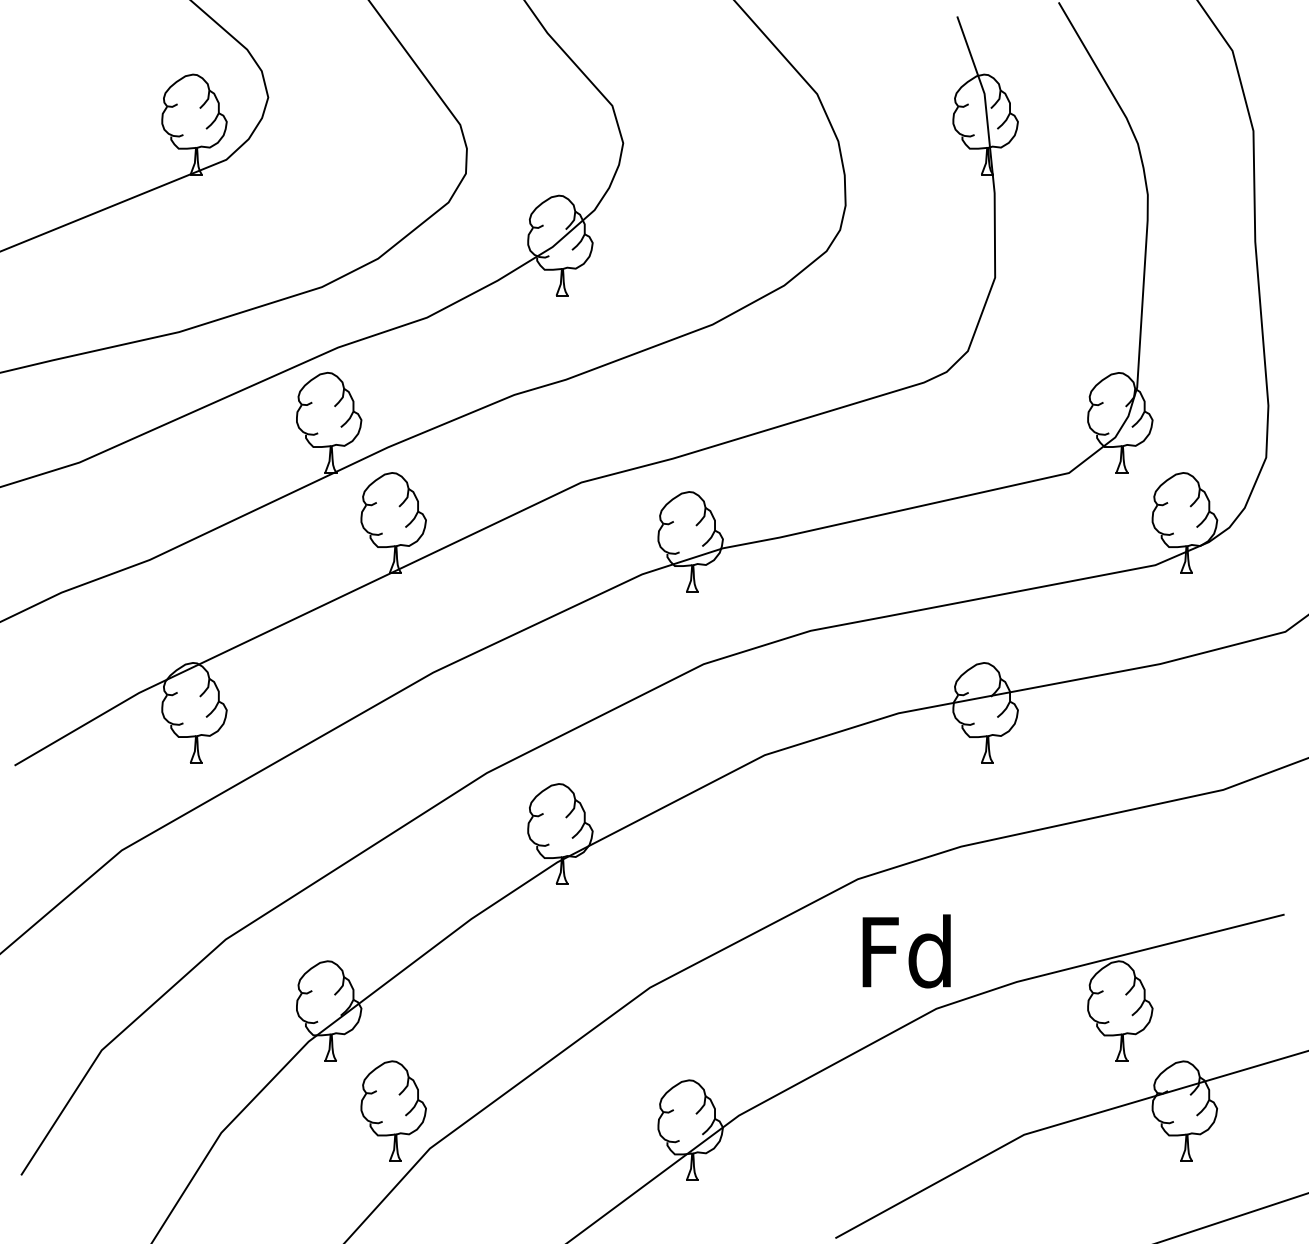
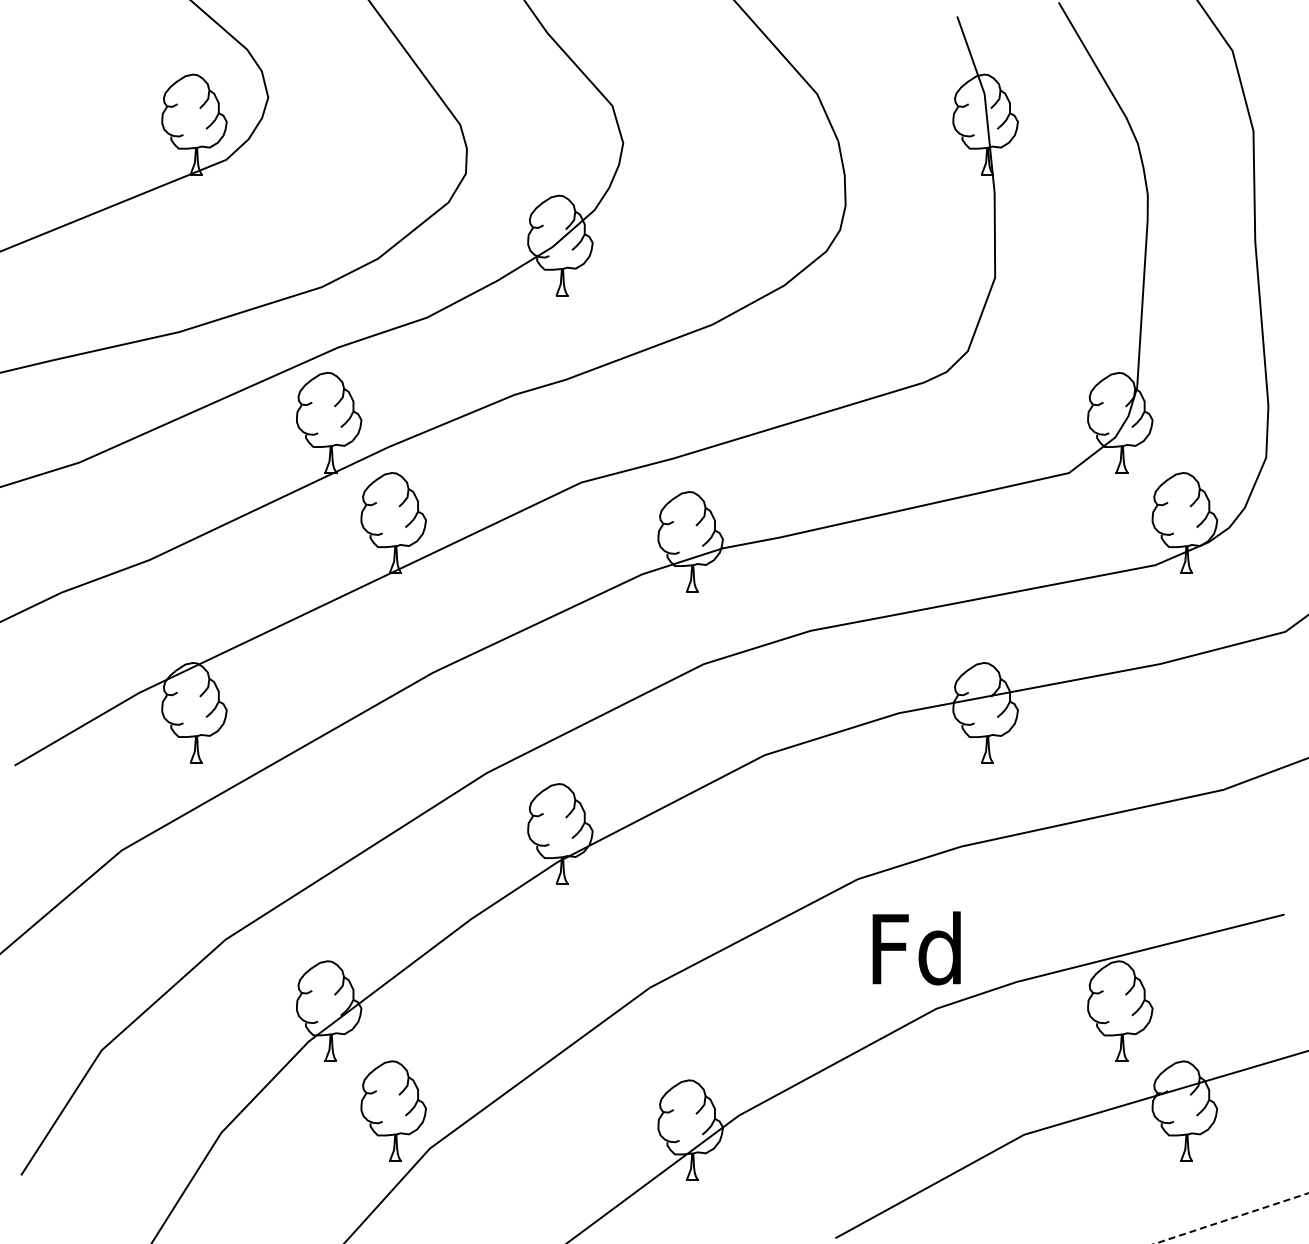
text at (906, 951) position: (906, 951) -> (916, 948)
line at (1231, 1218): solid -> dashed
